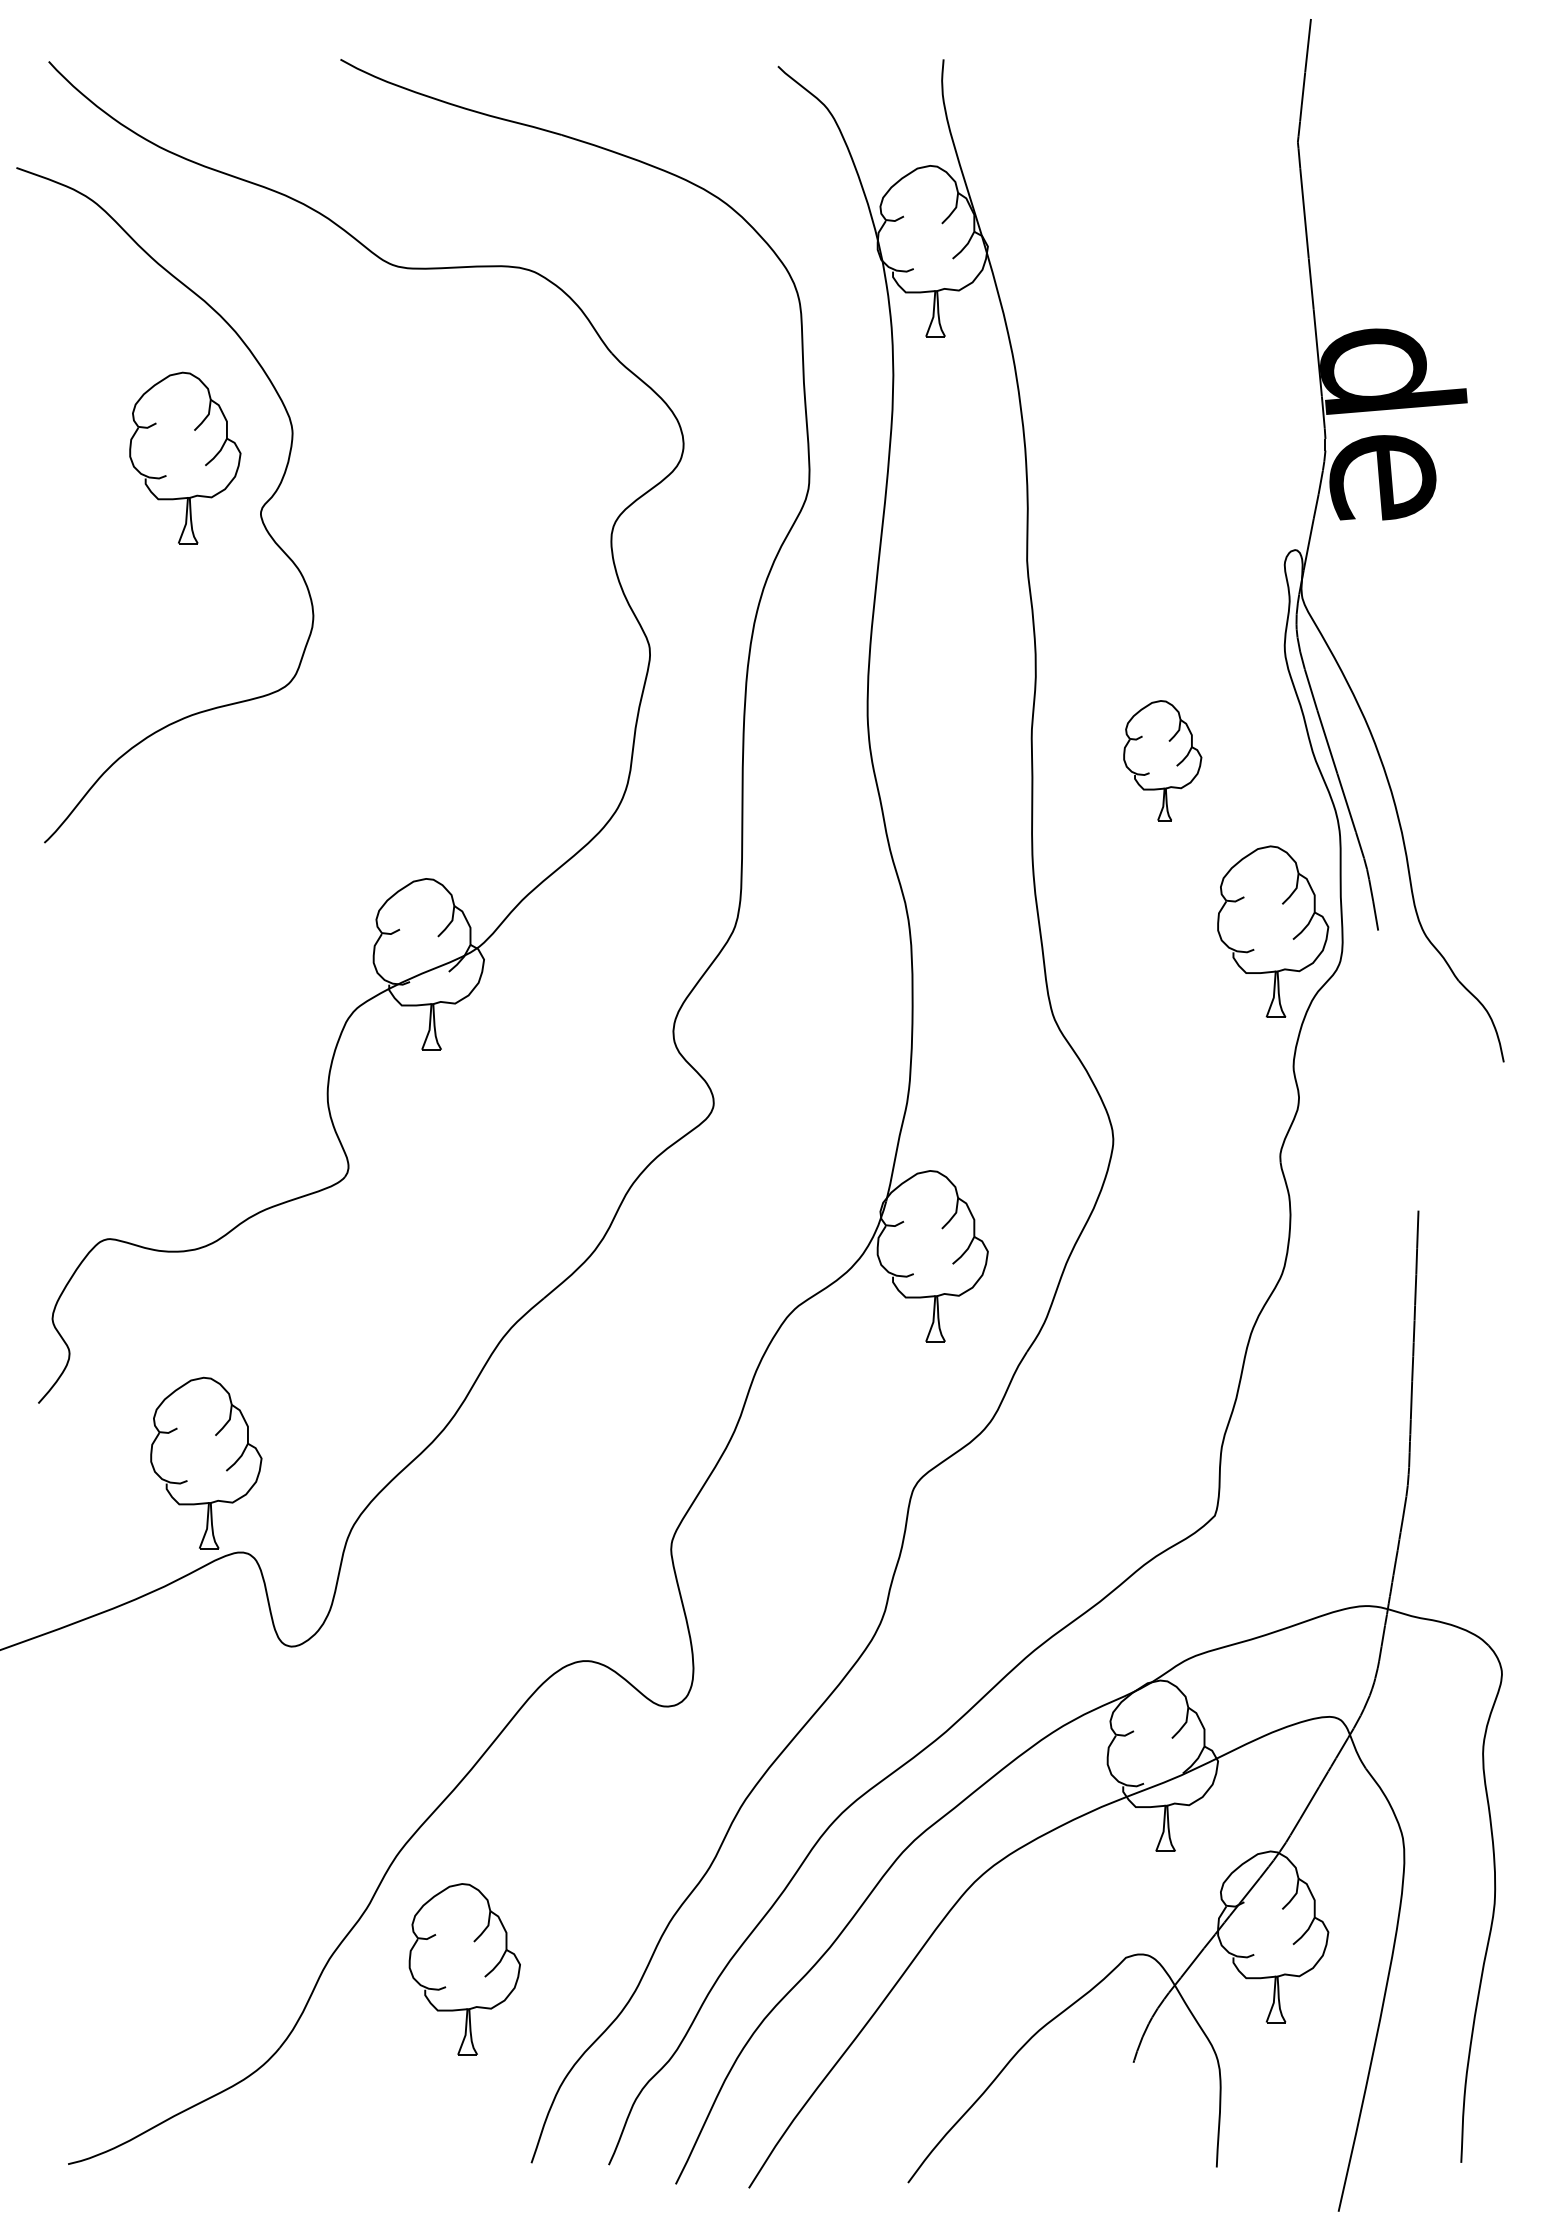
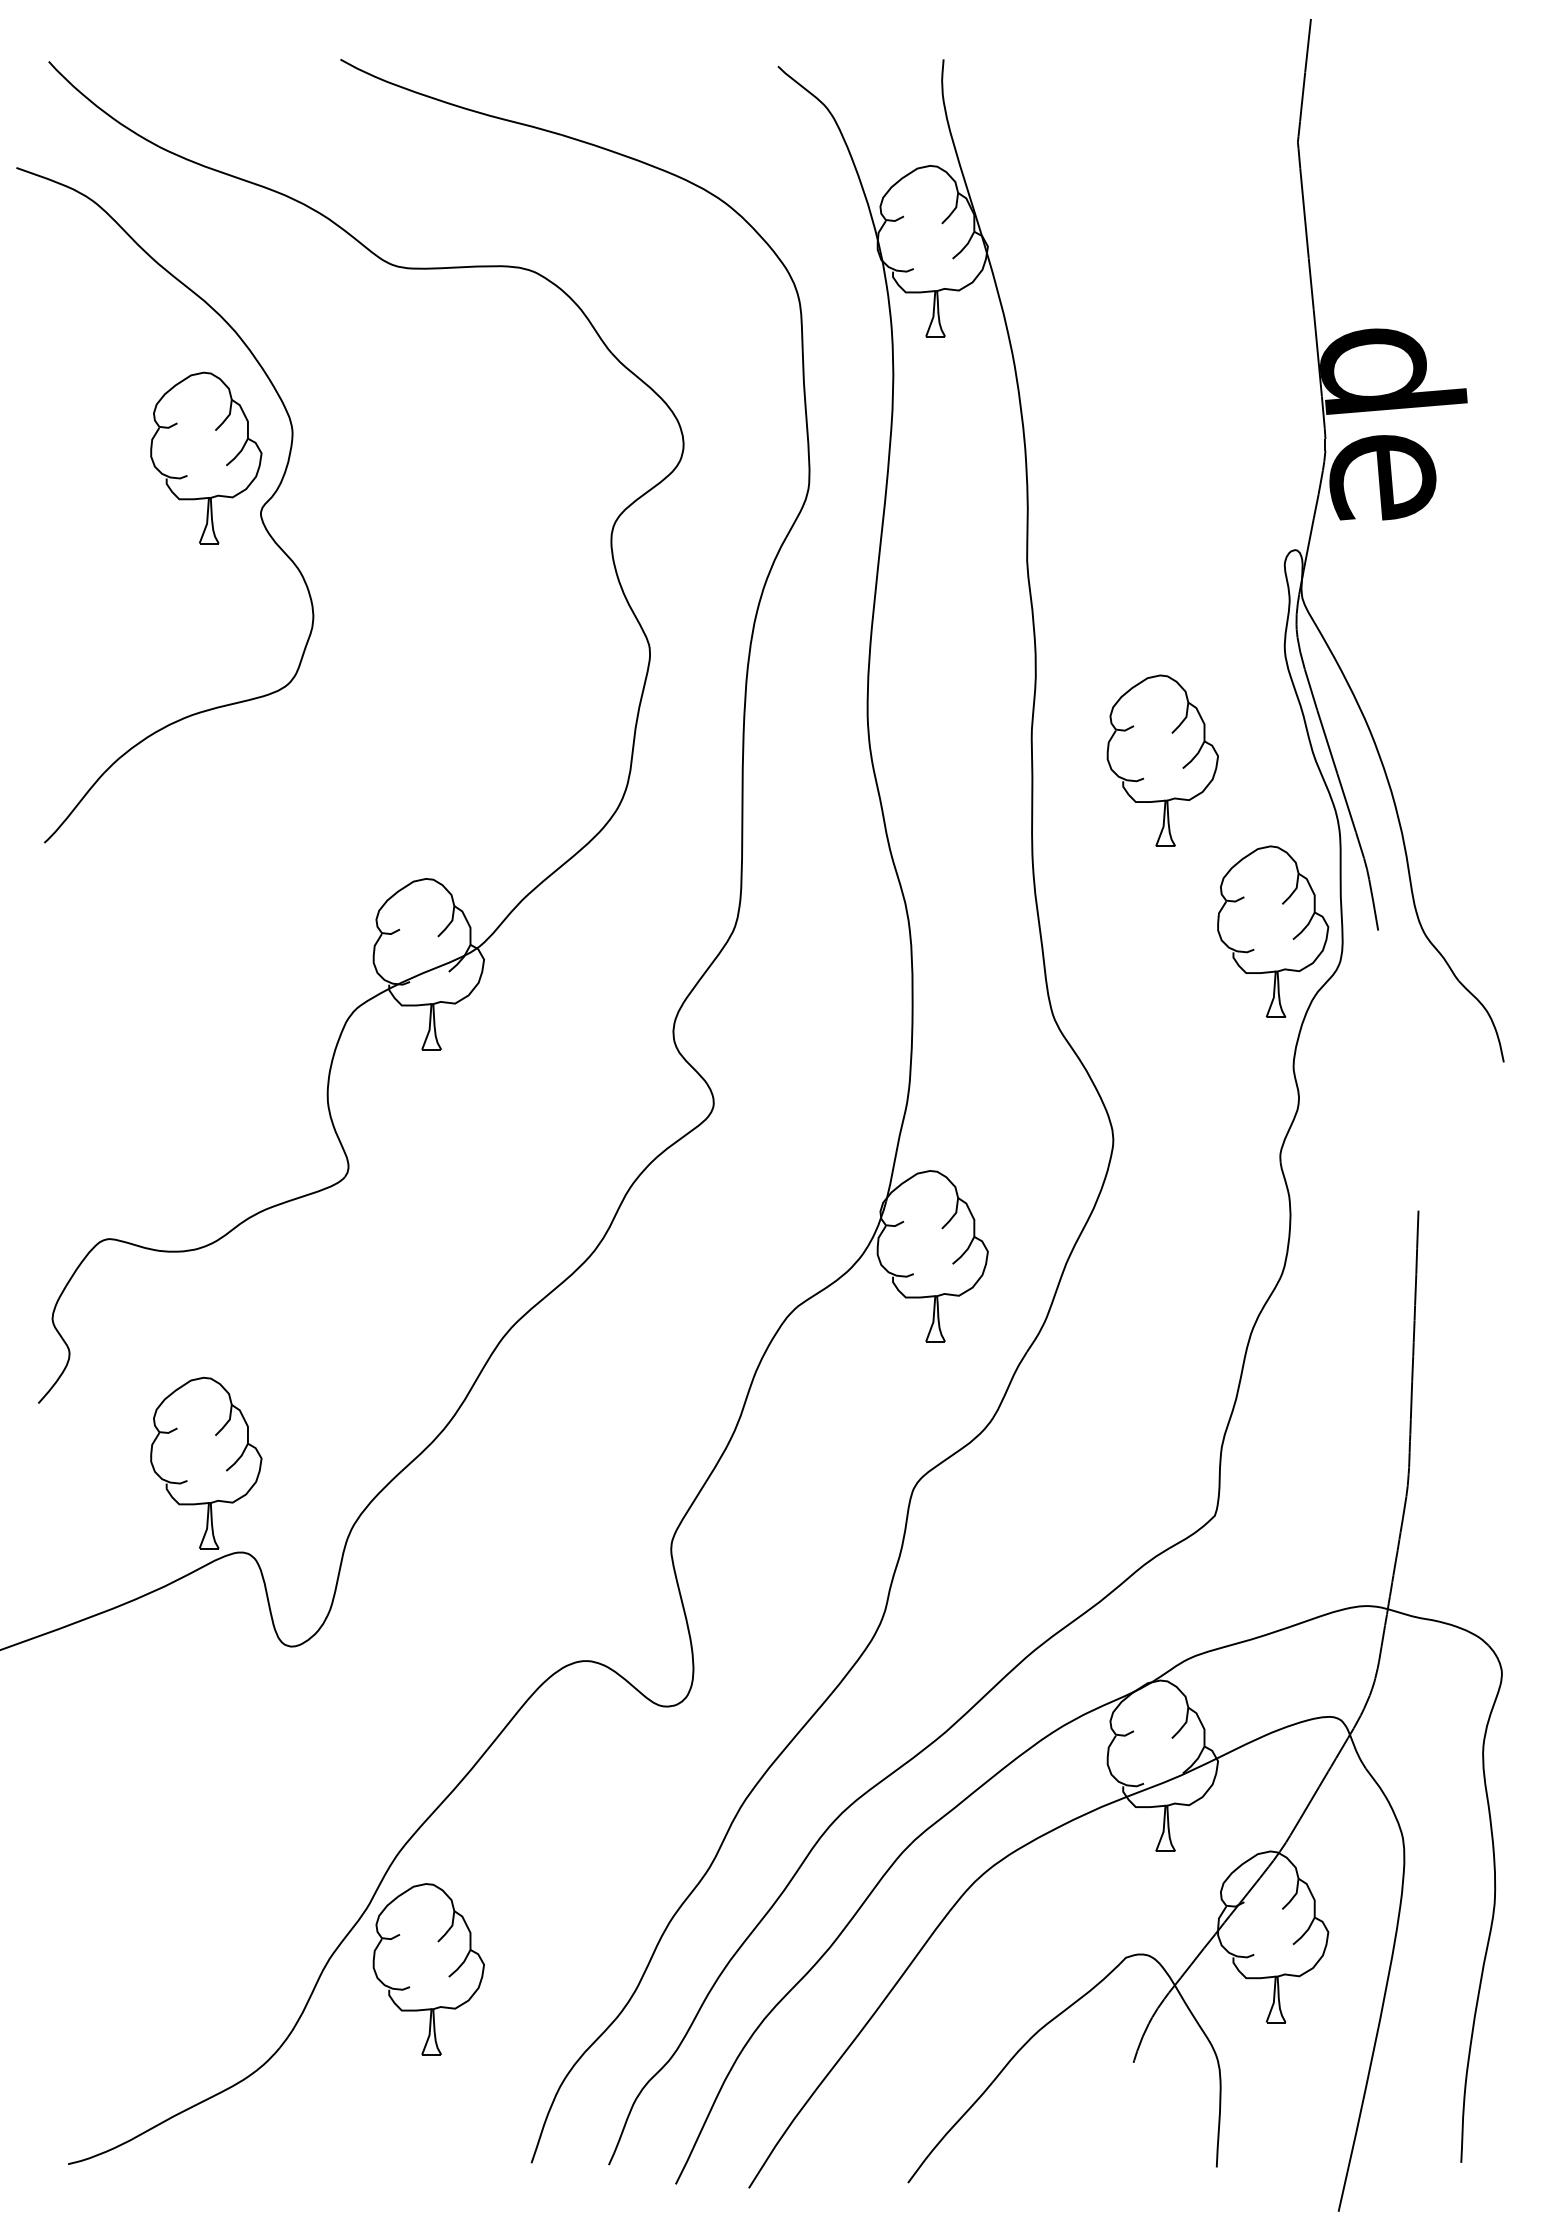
part at (185, 457) position: (185, 457) -> (206, 457)
part at (1162, 760) size: 80x122 px -> 113x173 px
part at (464, 1969) position: (464, 1969) -> (428, 1969)
